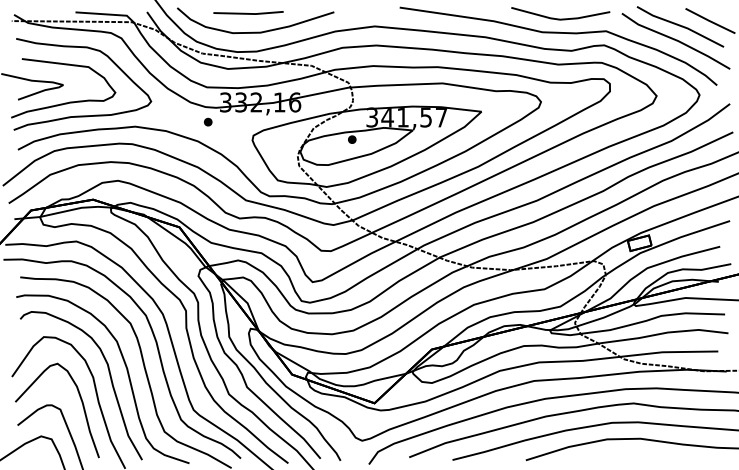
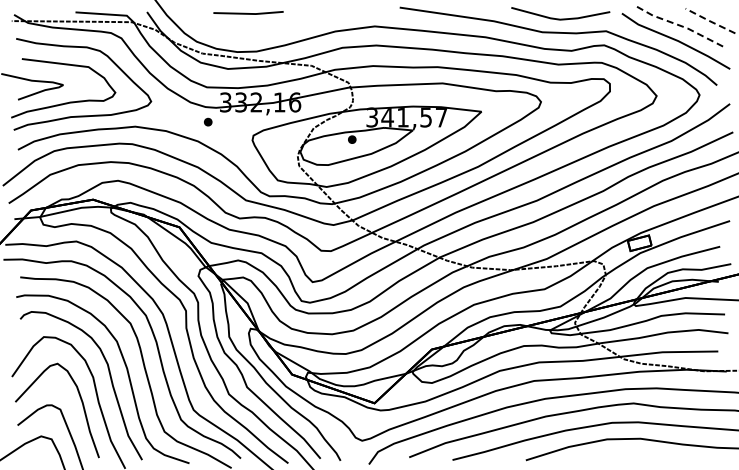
line at (709, 21): solid -> dashed
line at (680, 25): solid -> dashed
curve at (255, 31): present -> none
